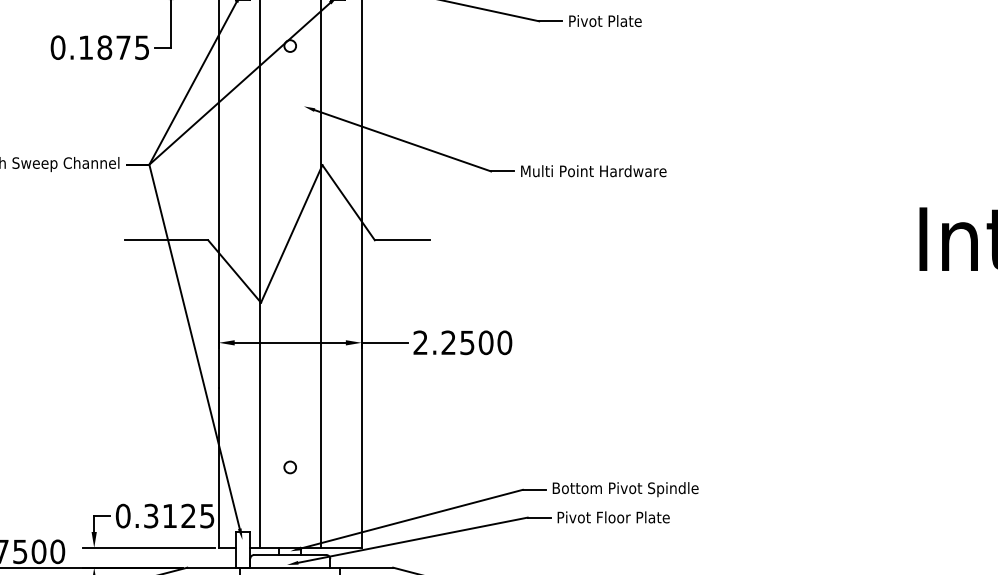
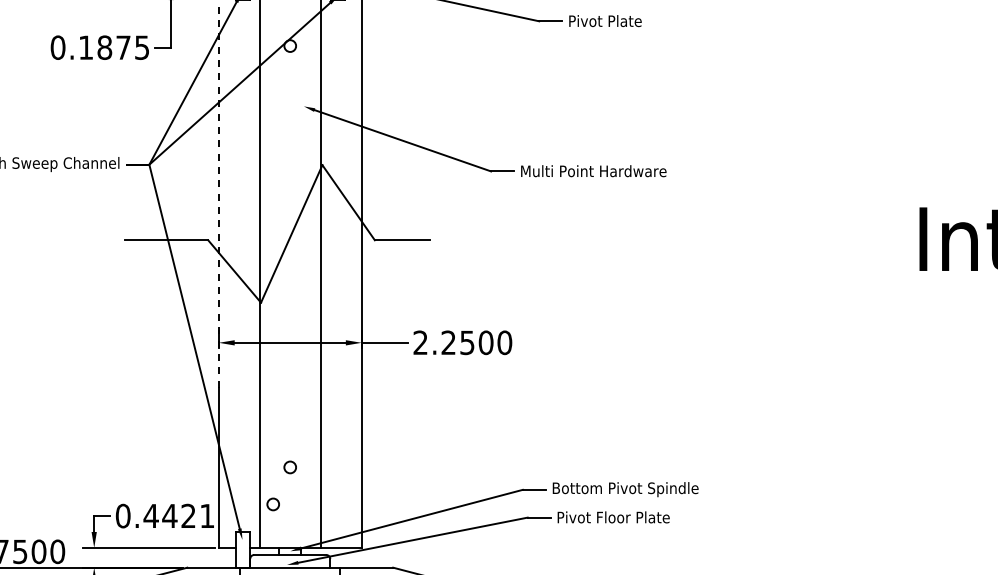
line at (218, 193): solid -> dashed
circle at (272, 504): none -> present
text at (178, 515): 0.3125 -> 0.4421
